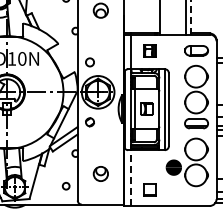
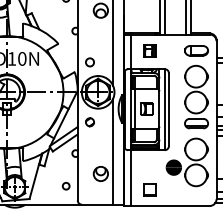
line at (191, 17): dashed -> solid
line at (165, 18): none -> present
line at (113, 43): none -> present
line at (113, 151): none -> present
line at (130, 178): dashed -> solid
